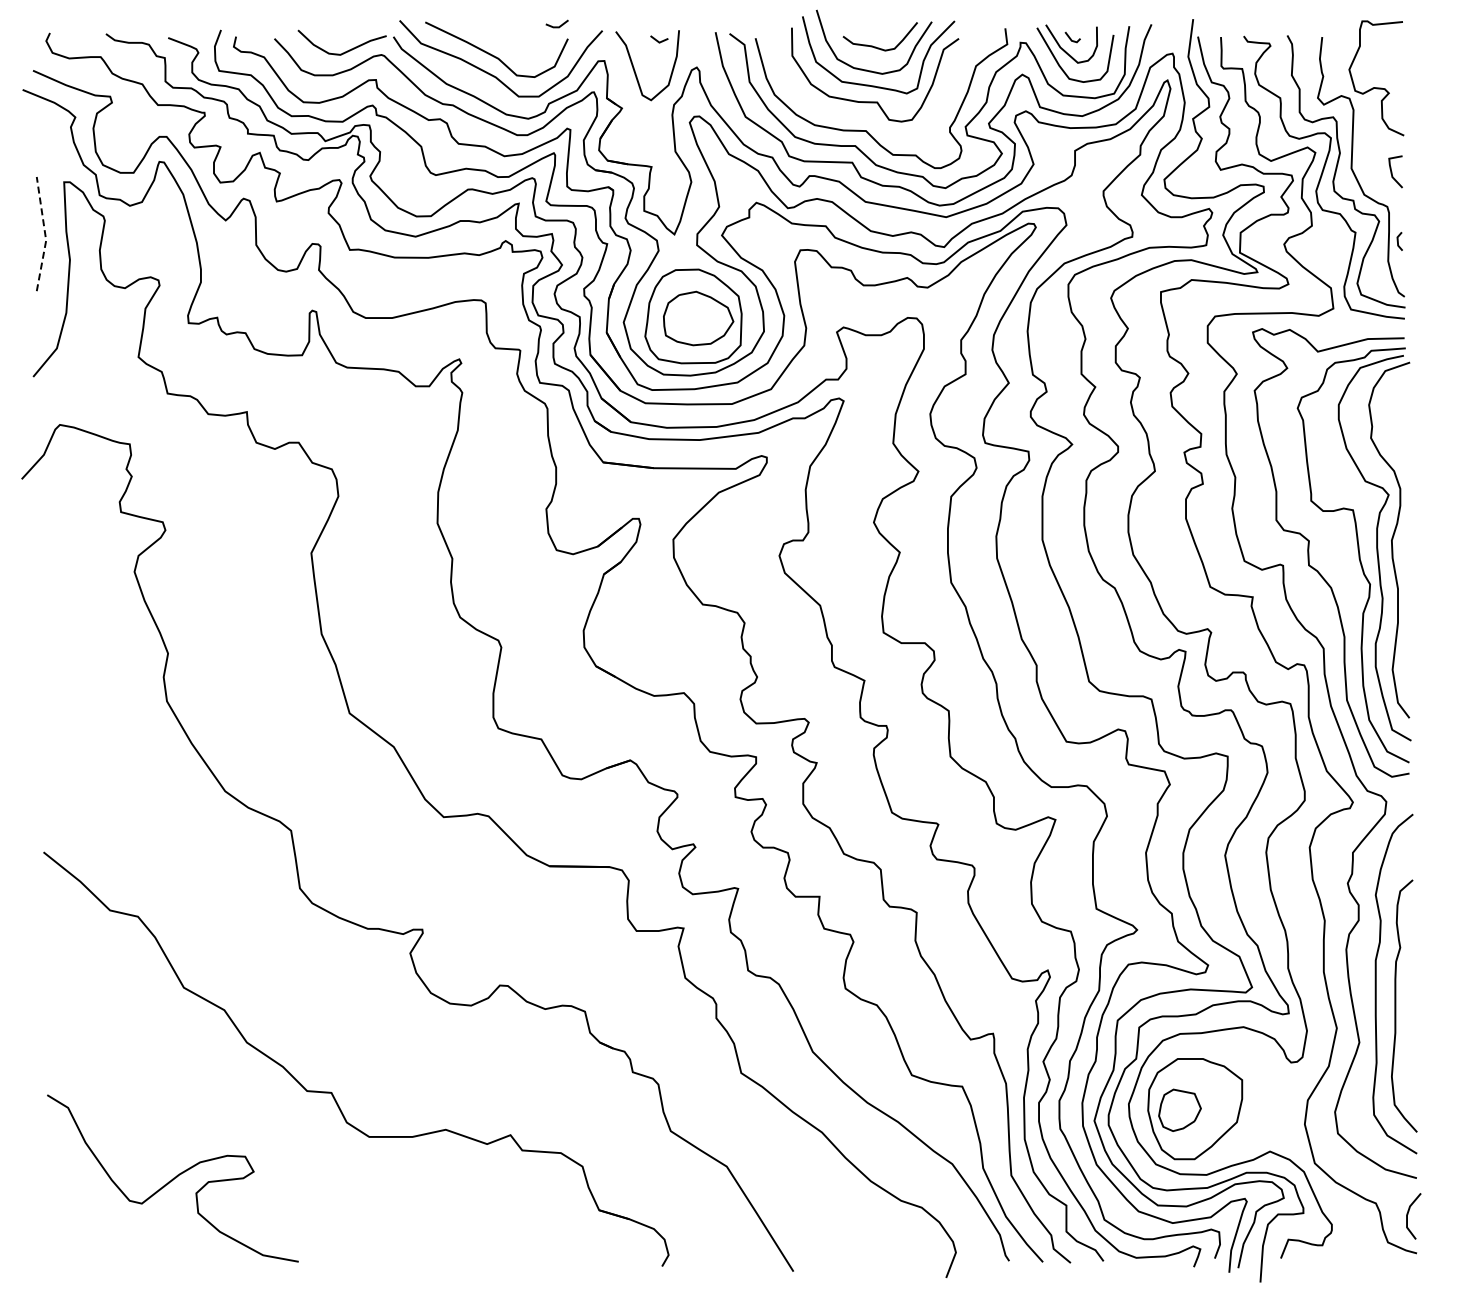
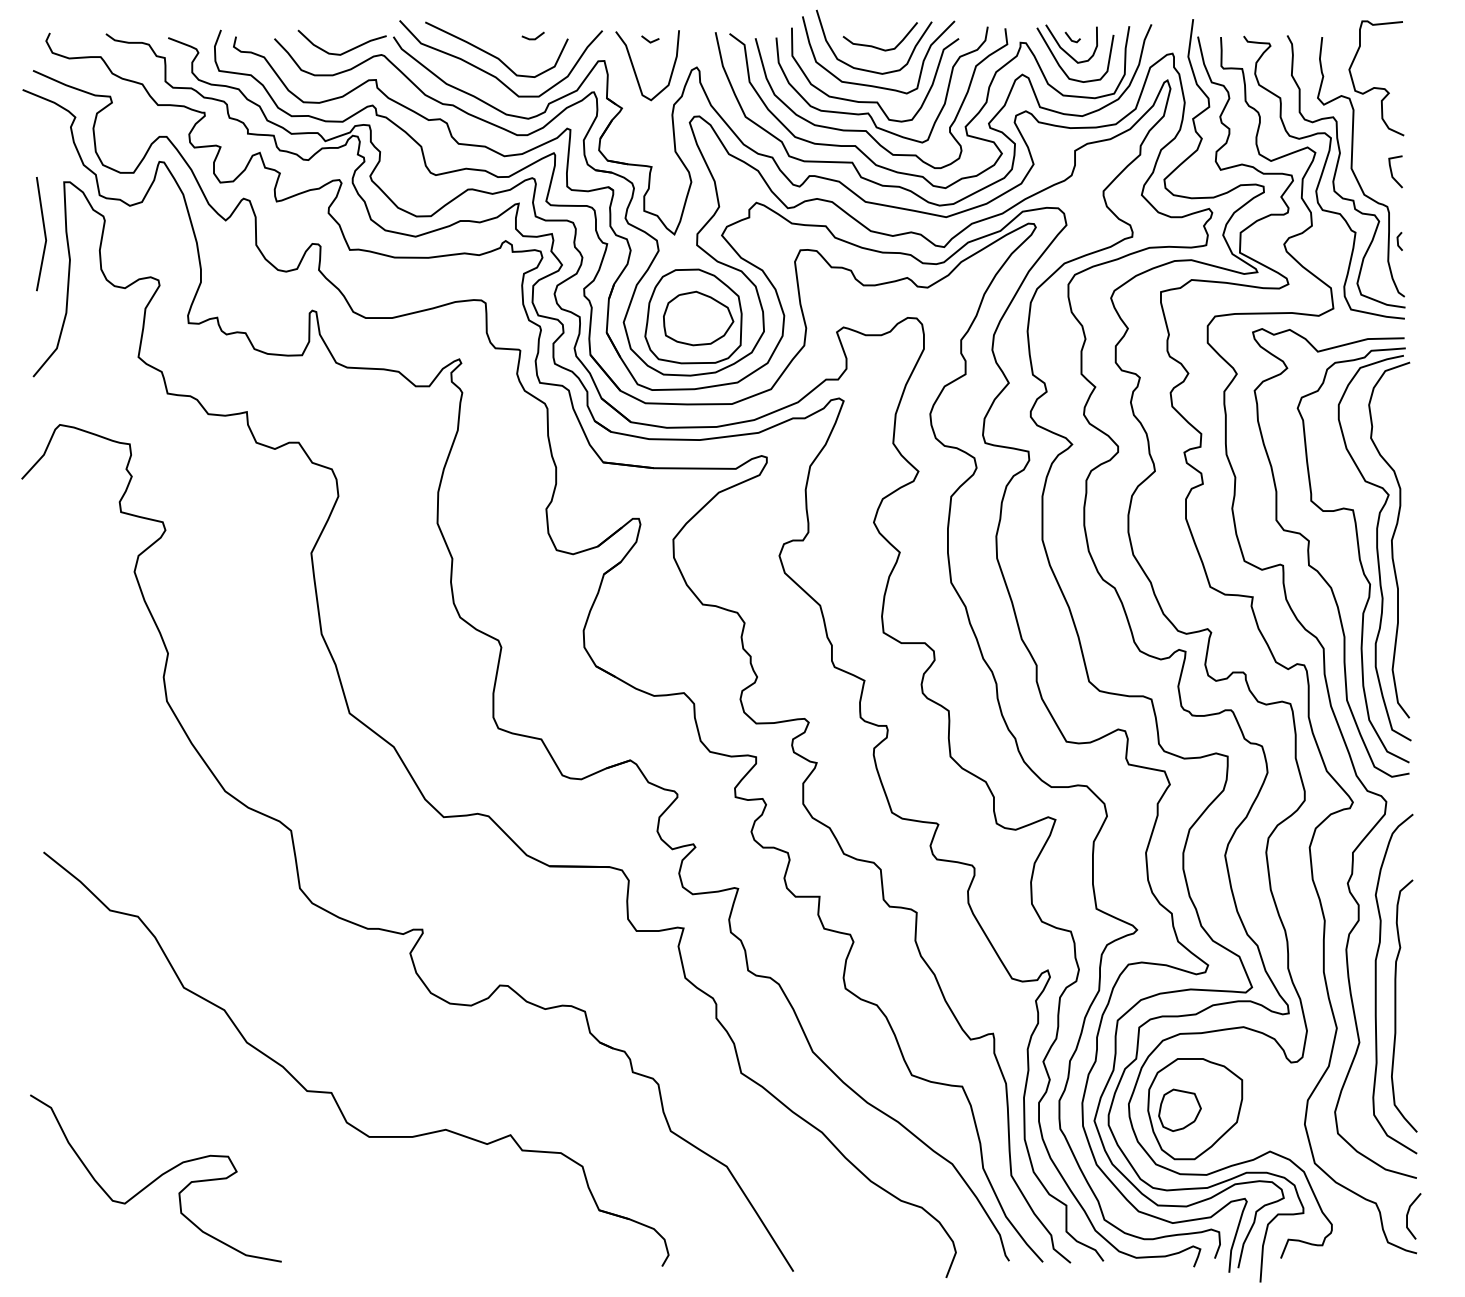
line at (556, 26) position: (556, 26) -> (532, 38)
line at (658, 40) position: (658, 40) -> (649, 40)
curve at (868, 112): none -> present
line at (45, 234): dashed -> solid
curve at (172, 1178) position: (172, 1178) -> (155, 1178)
